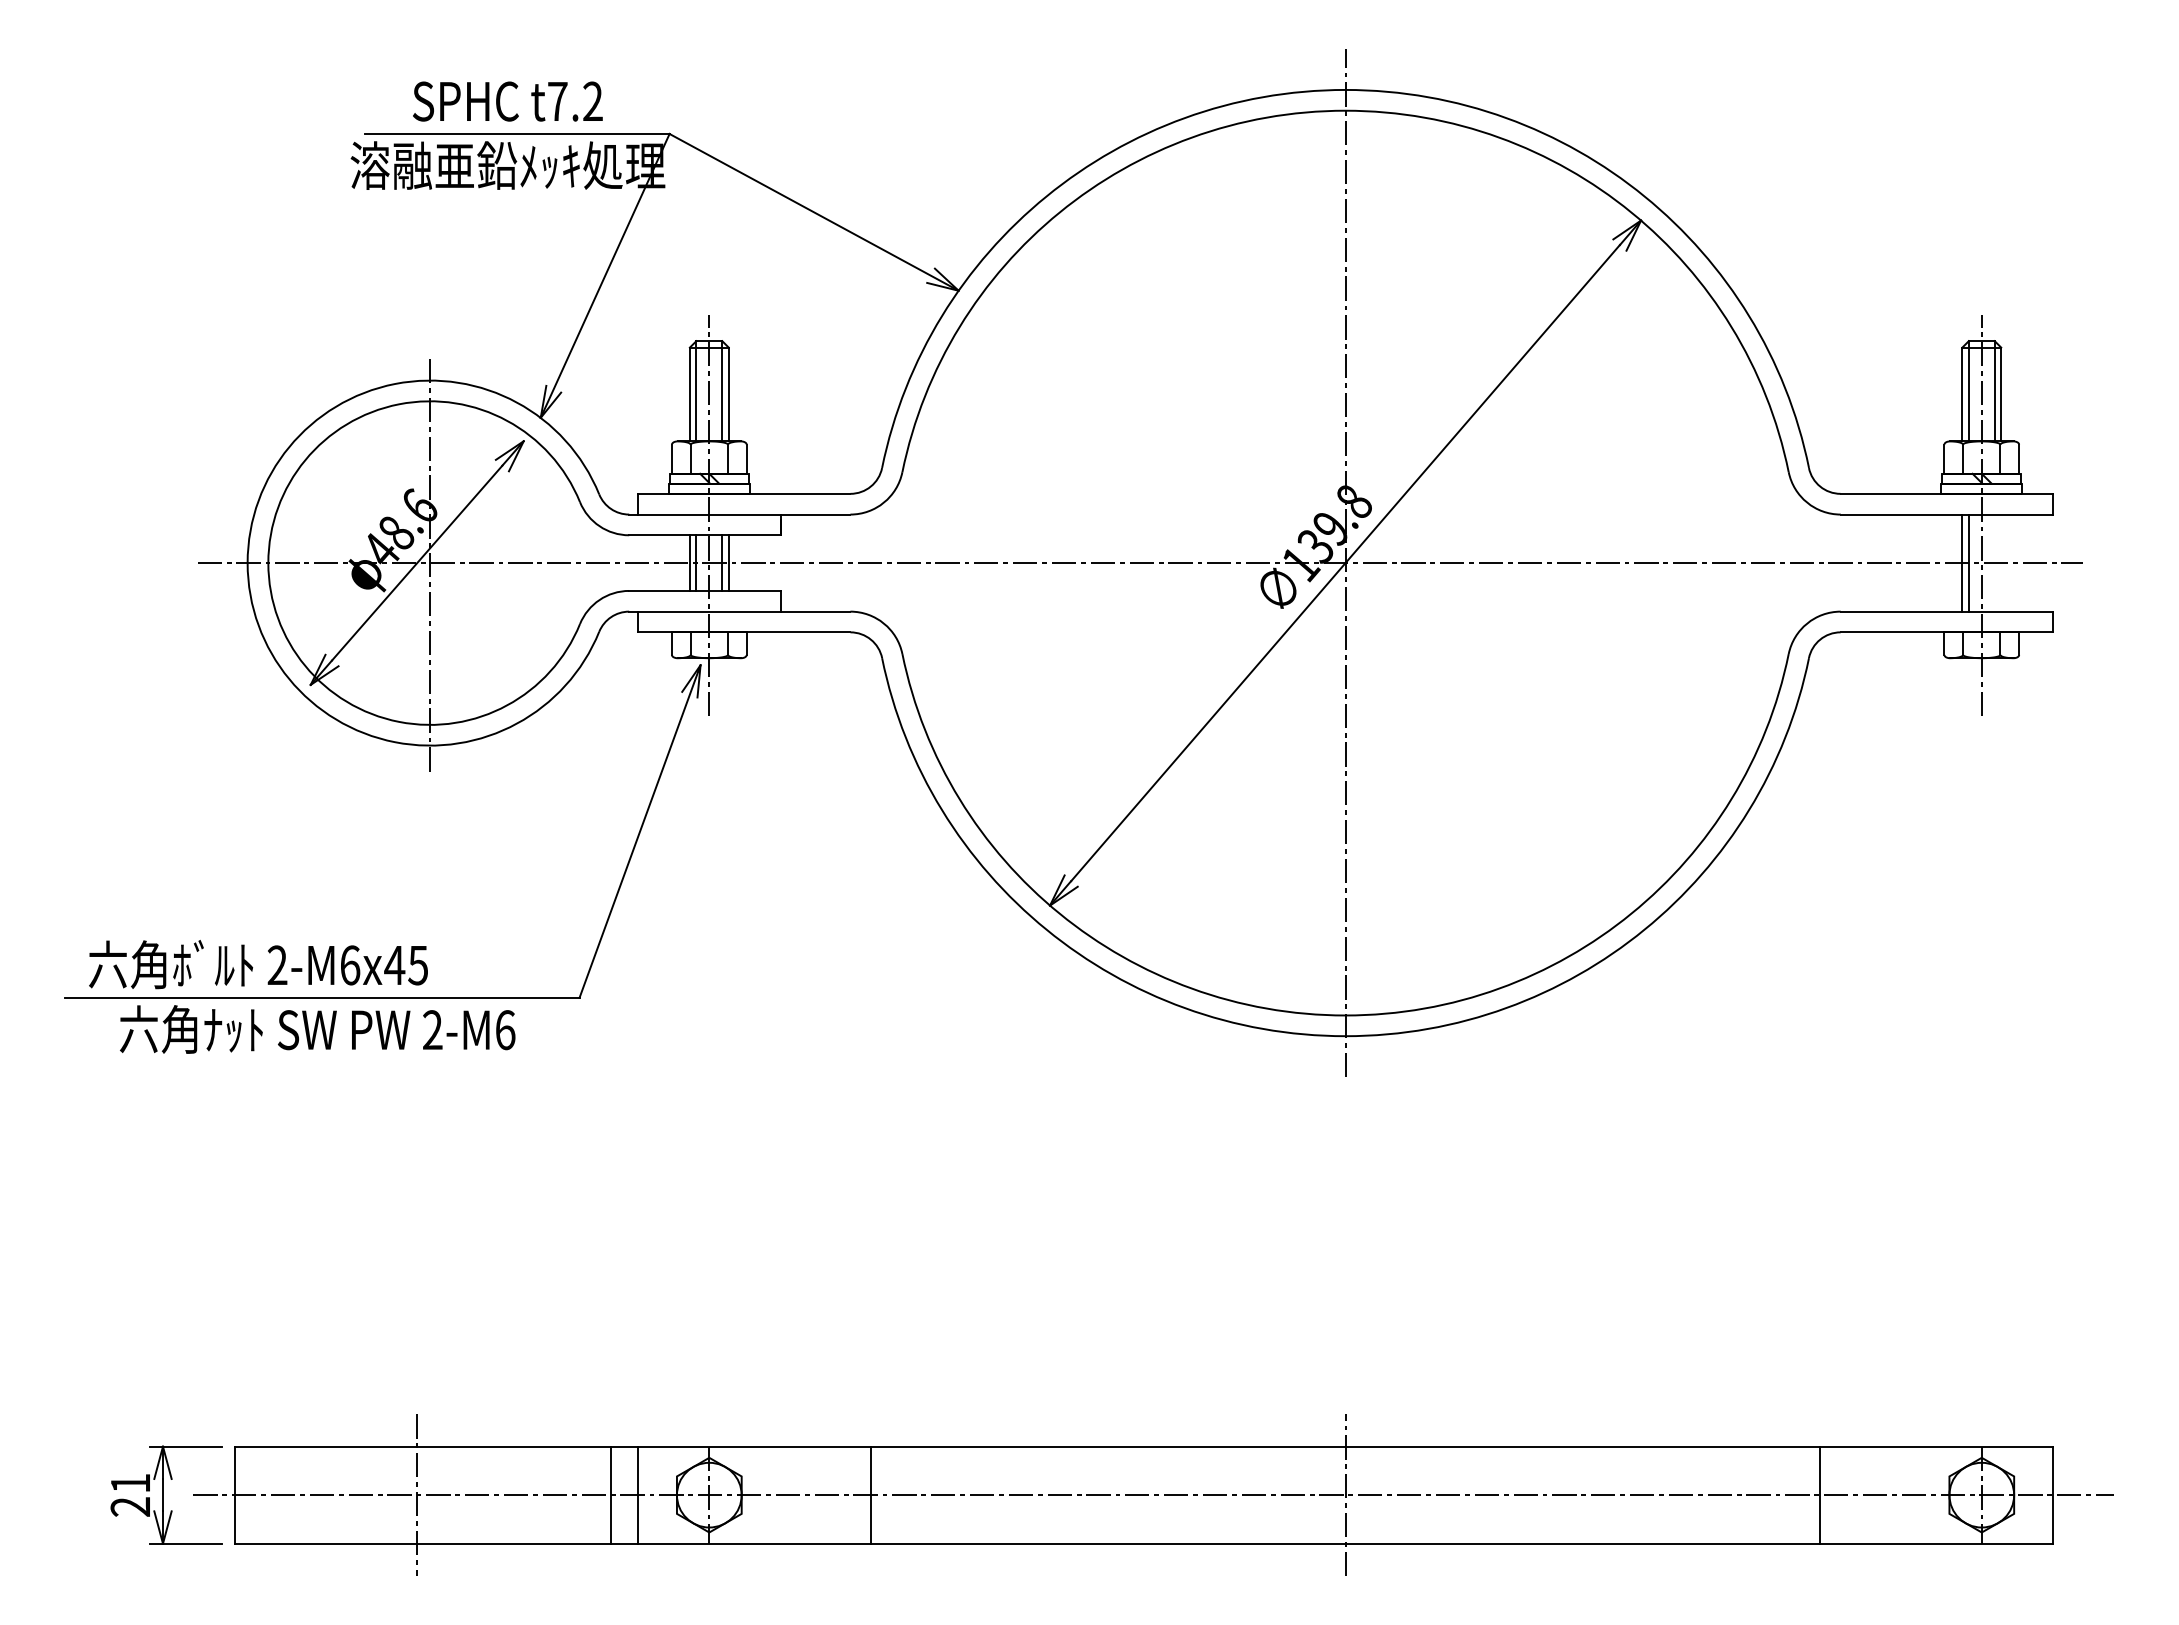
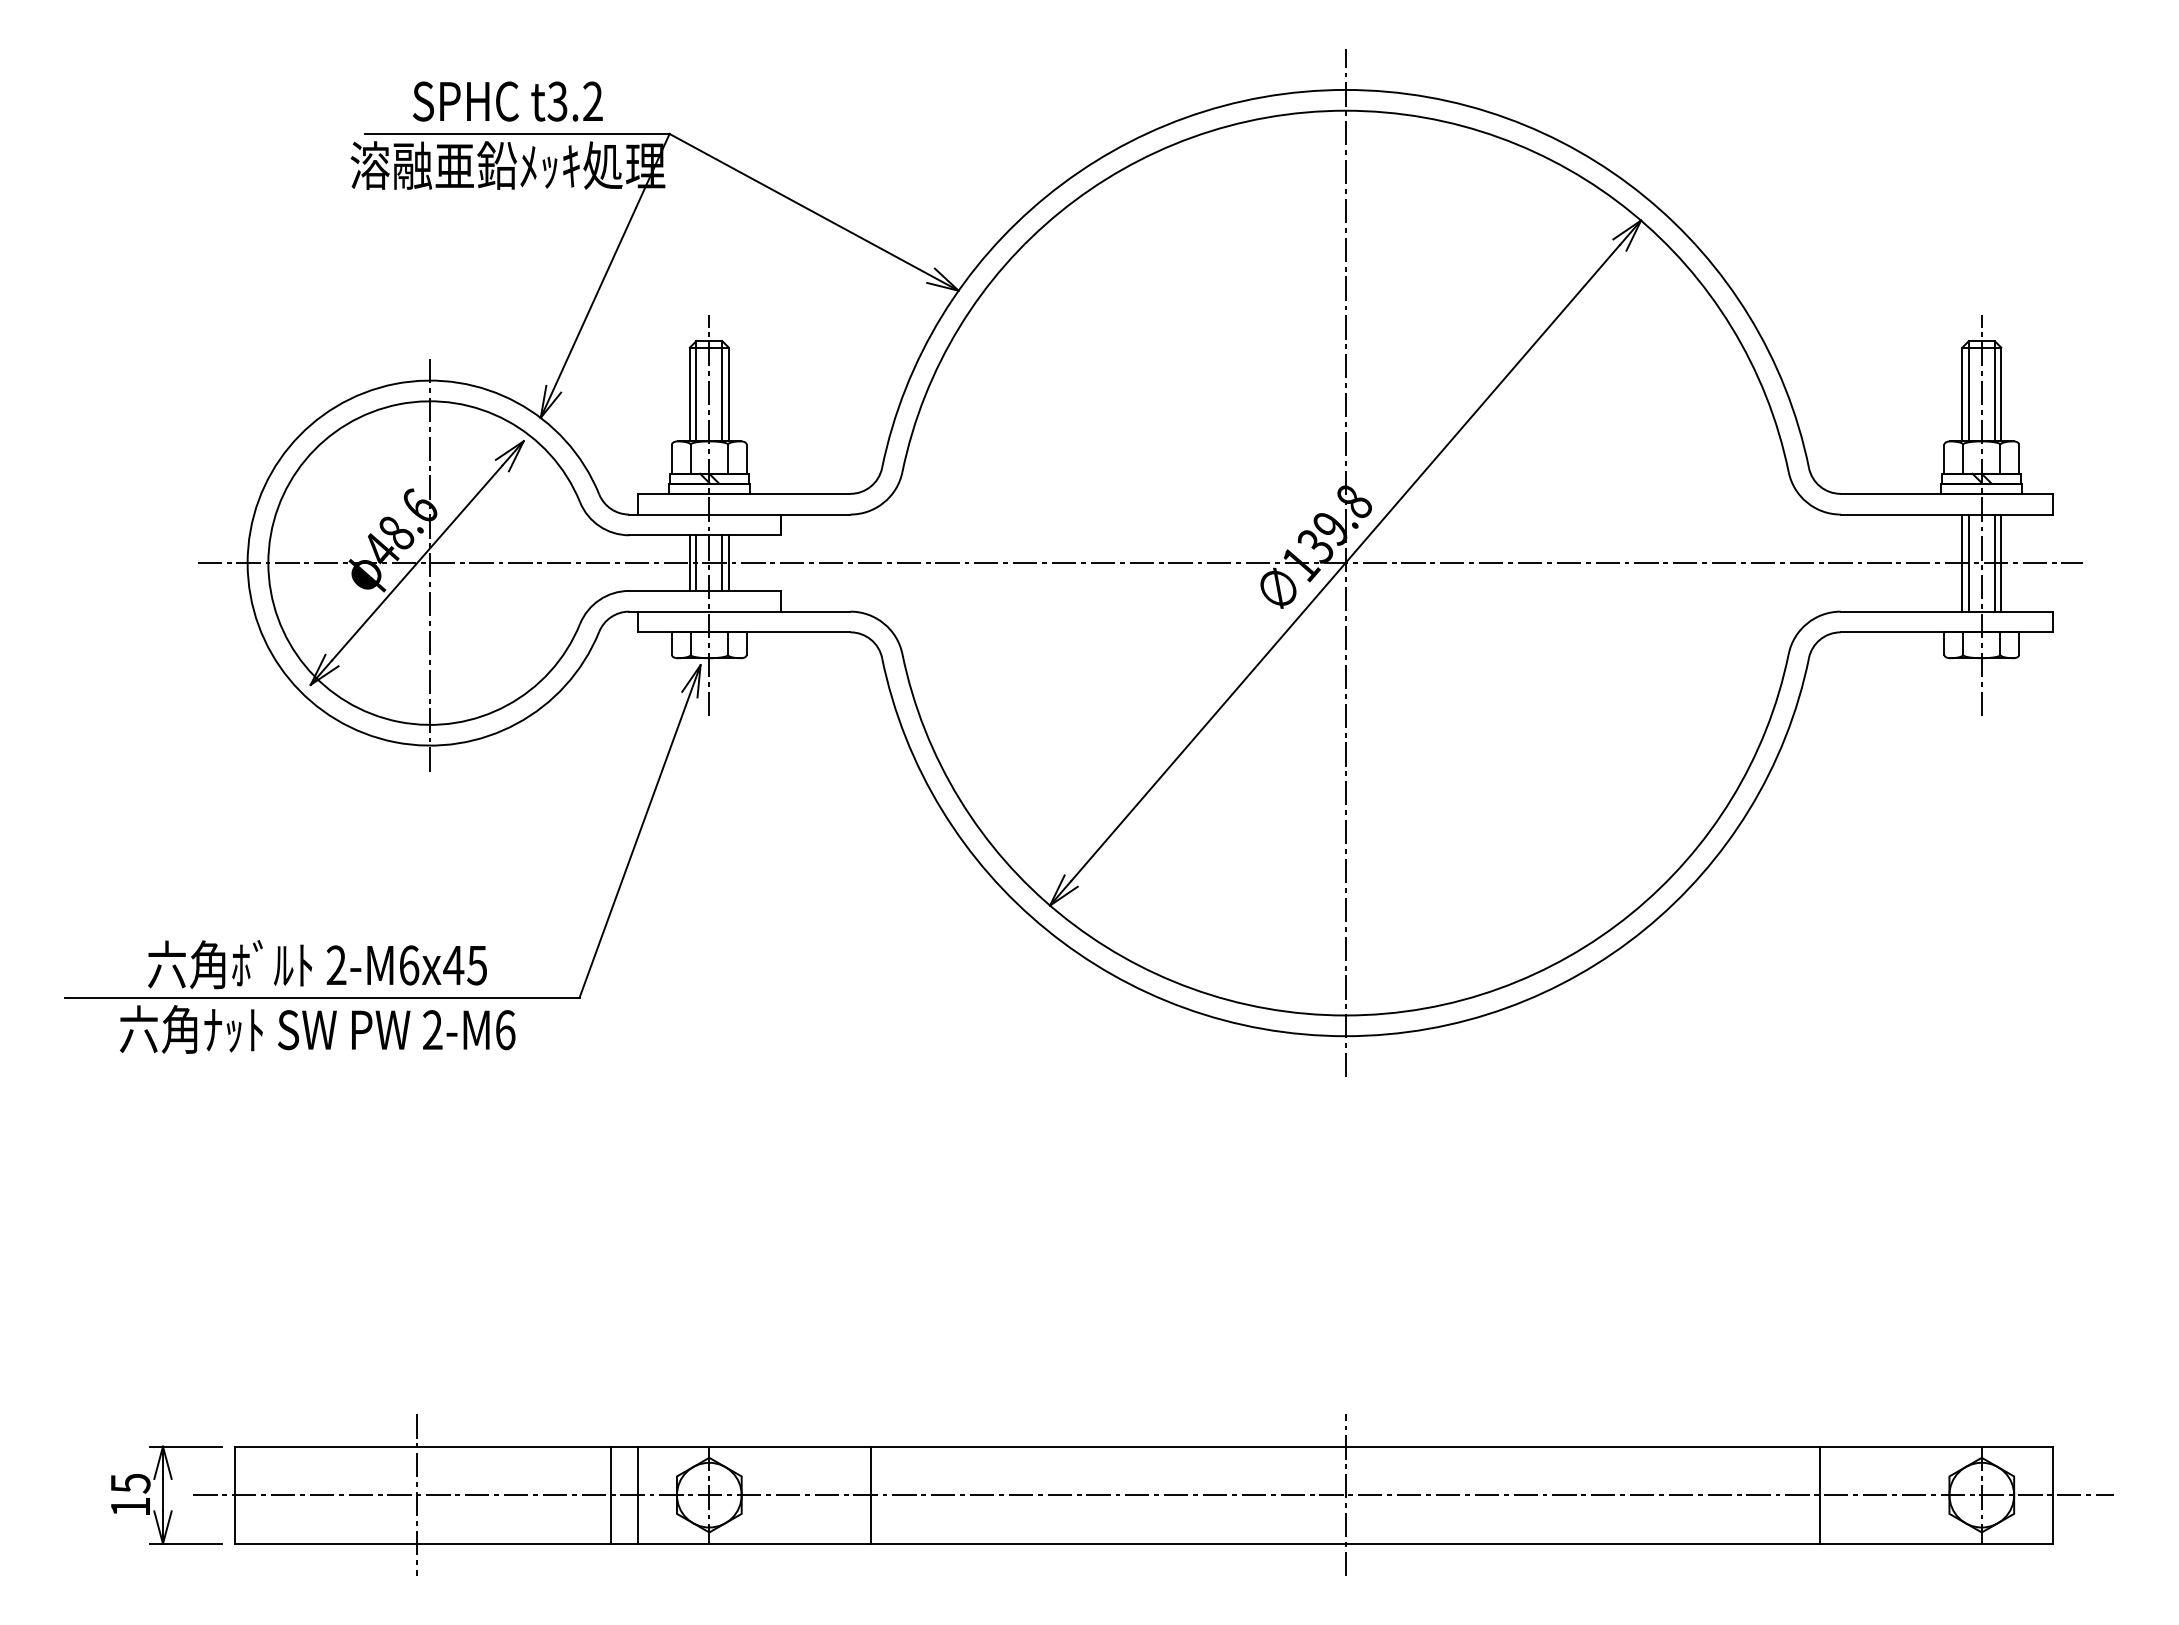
text at (557, 101): t7.2 -> t3.2
line at (1994, 562): none -> present
line at (2001, 562): none -> present
text at (258, 964) position: (258, 964) -> (317, 964)
text at (130, 1494): 21 -> 15
